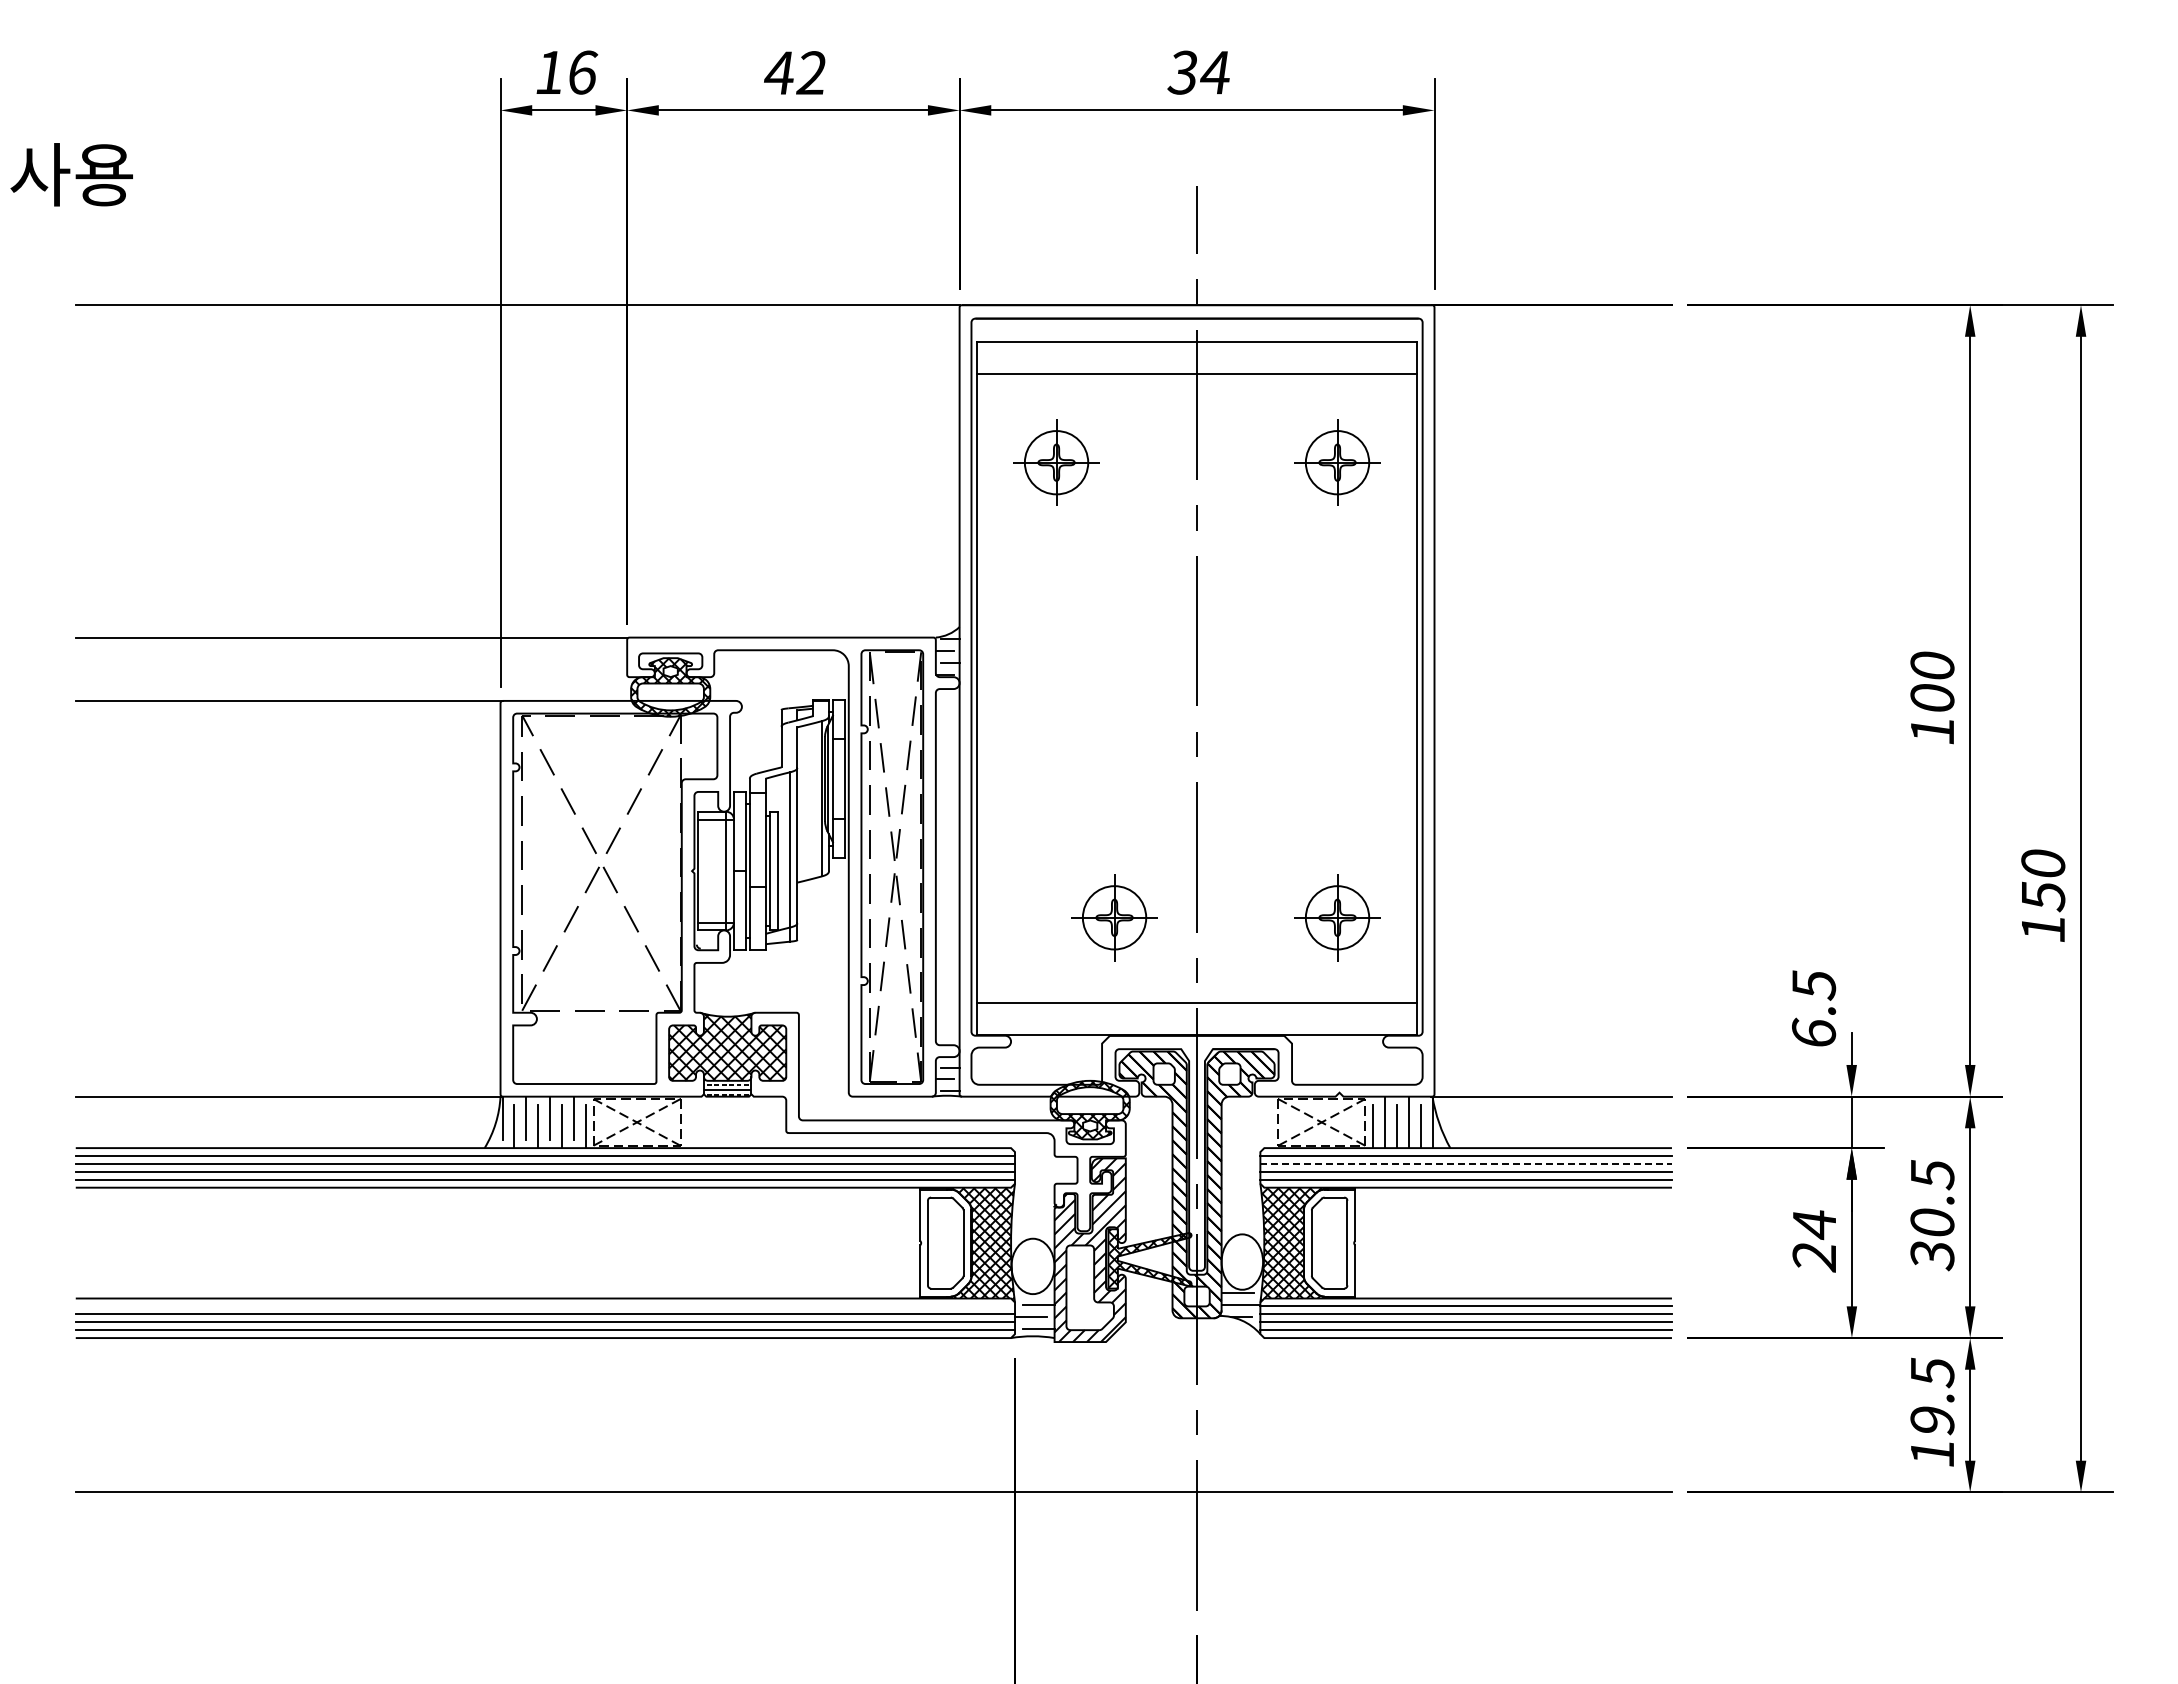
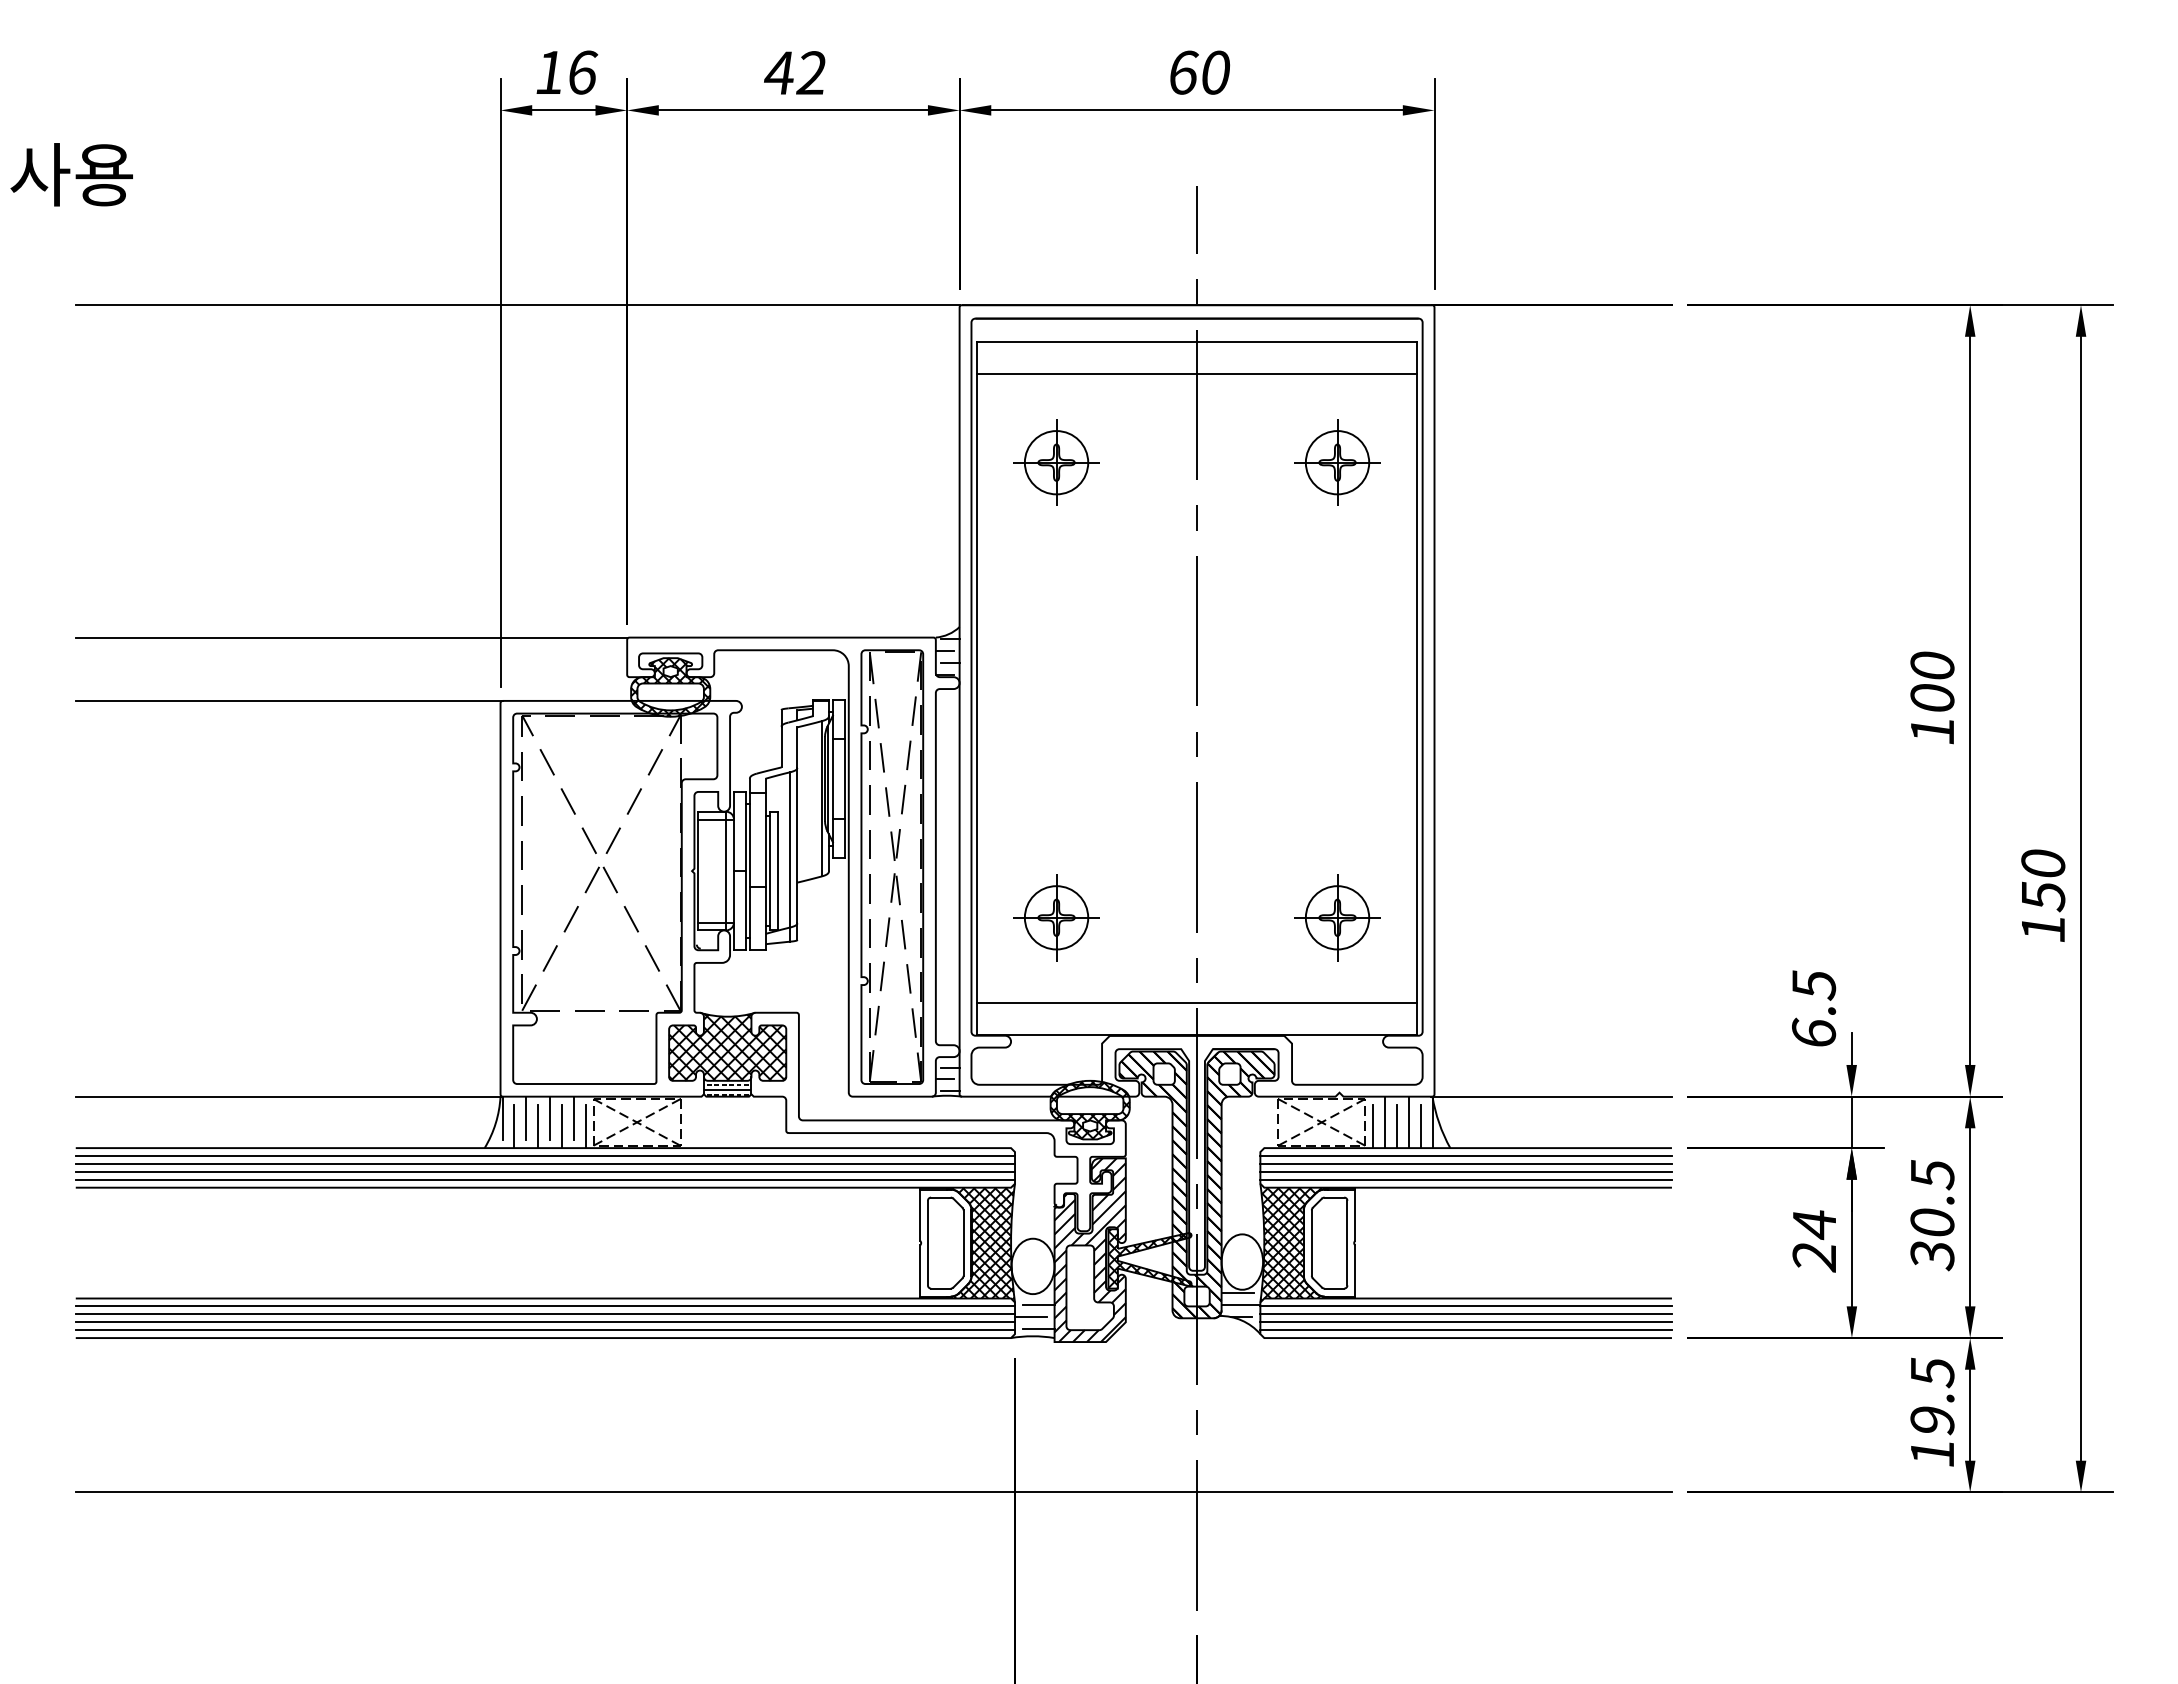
text at (1198, 72): 34 -> 60
part at (1114, 917) position: (1114, 917) -> (1056, 917)
line at (1466, 1163): dashed -> solid
line at (545, 1306): none -> present
